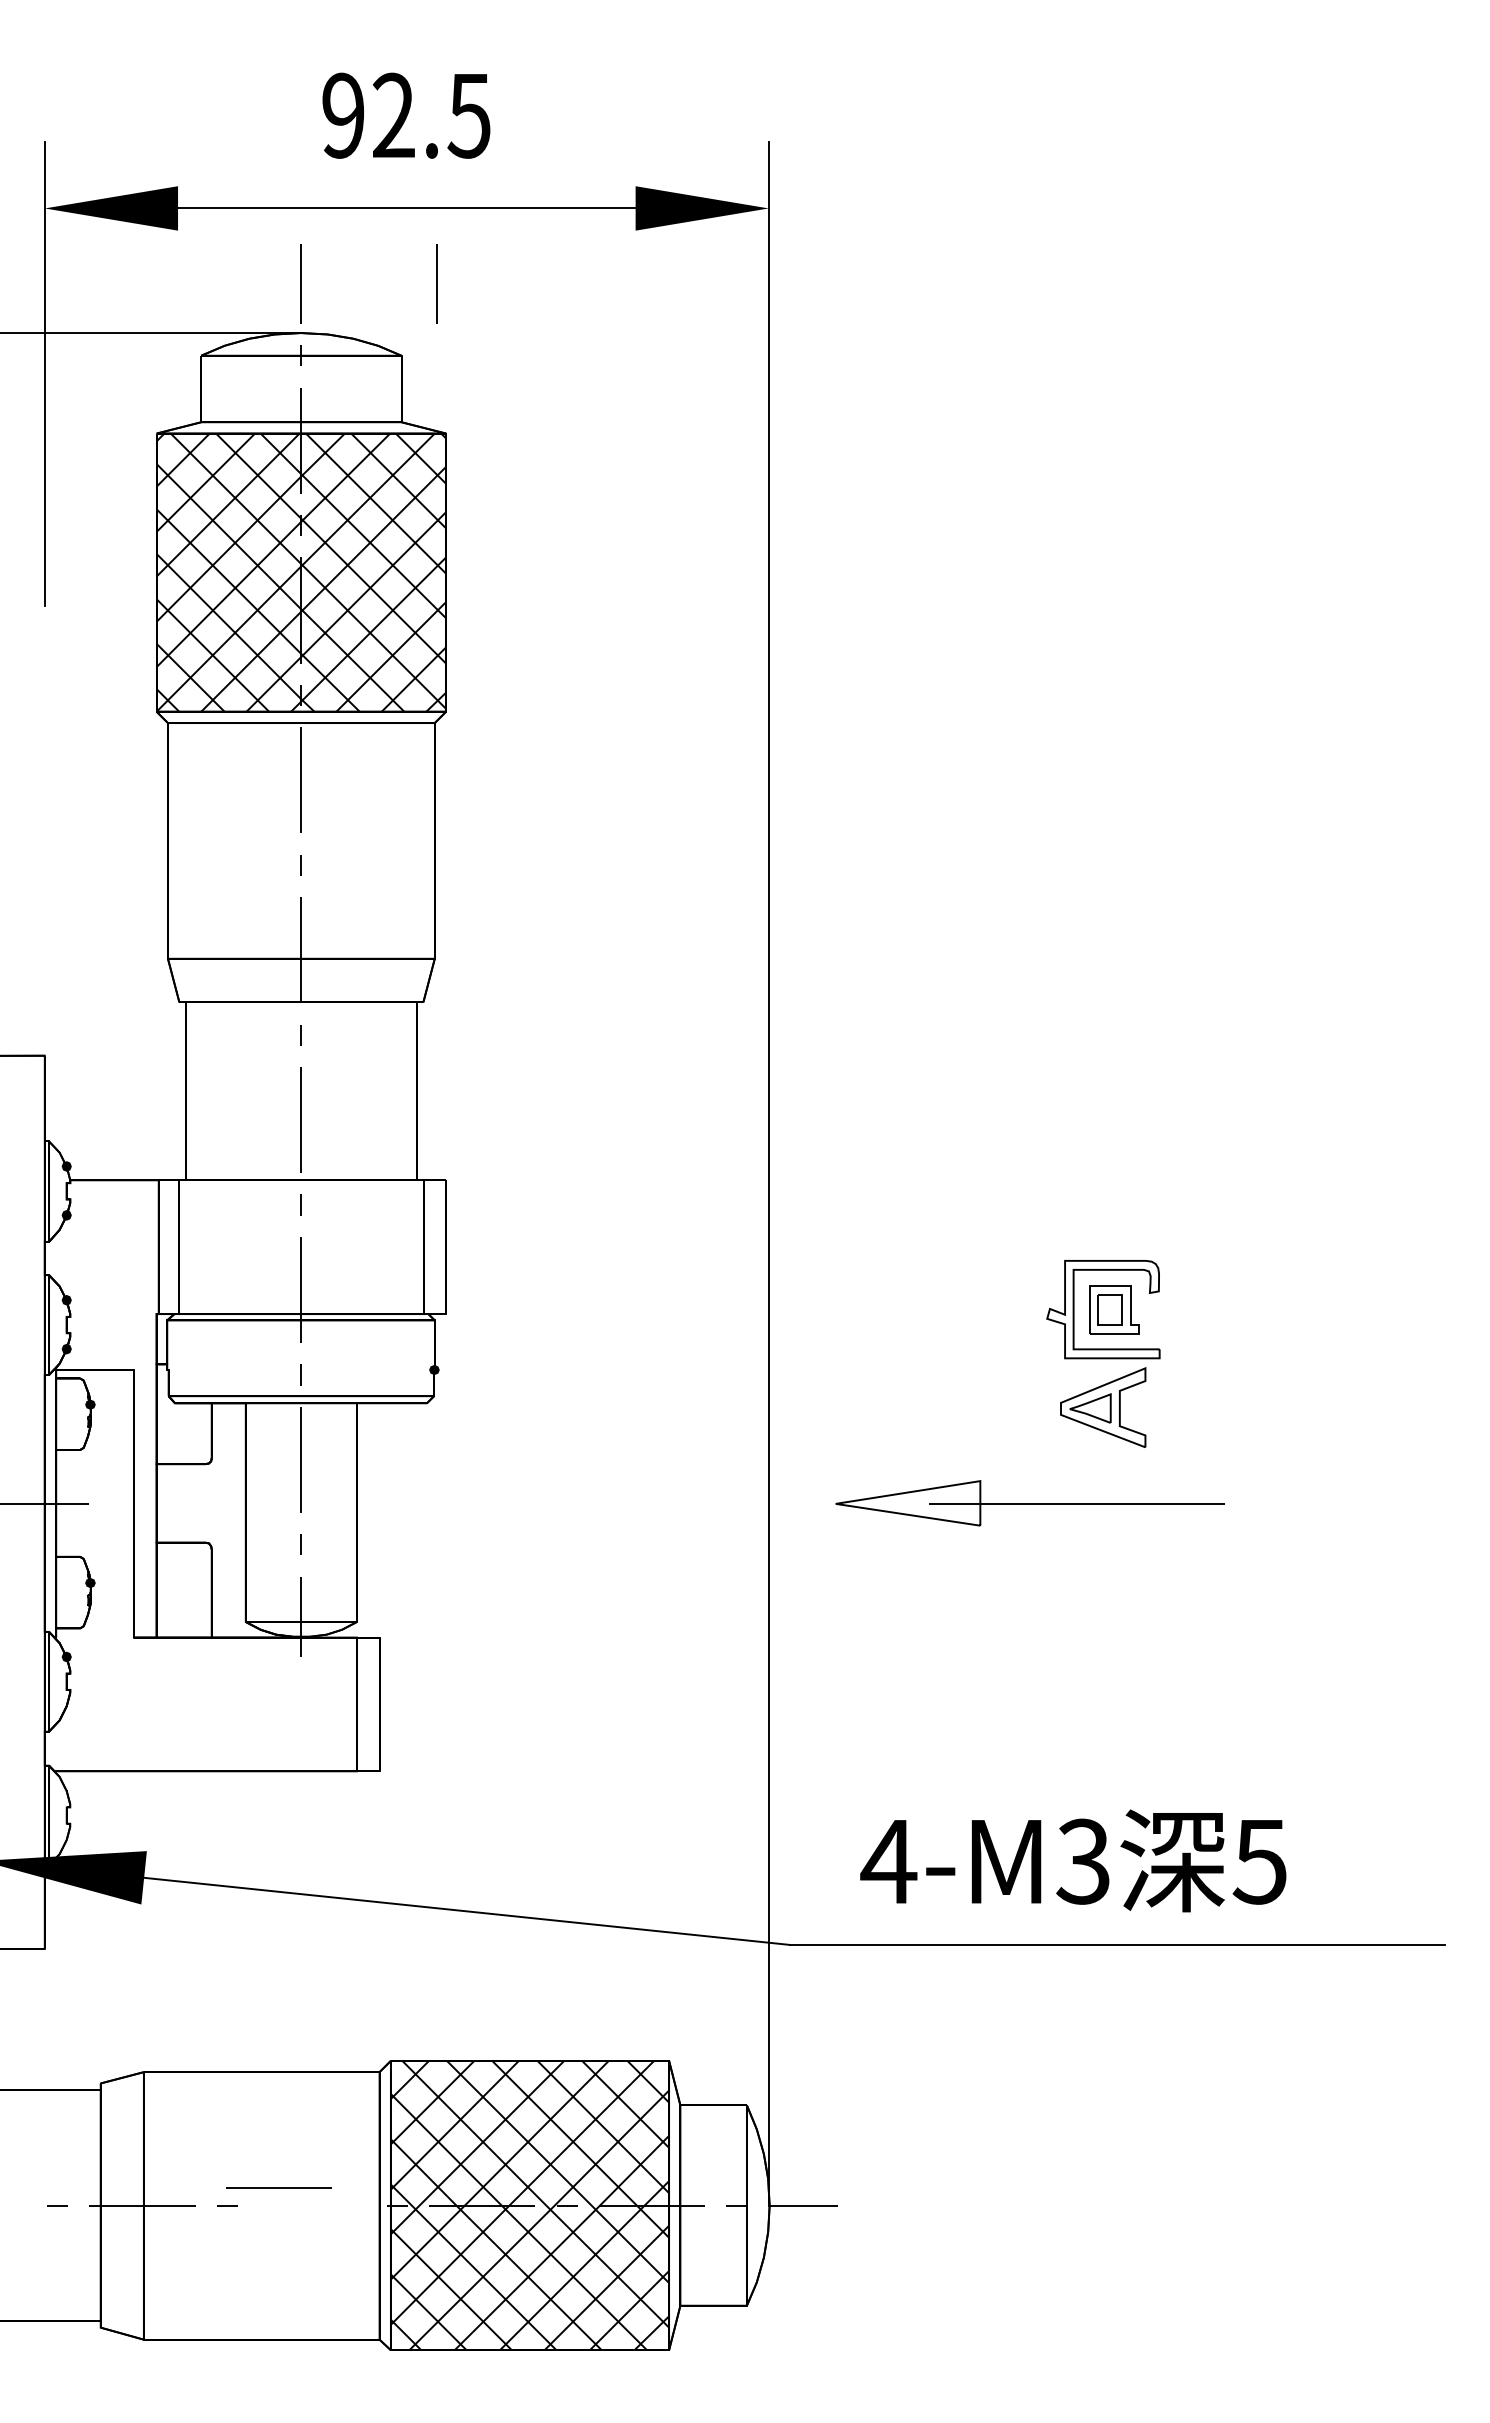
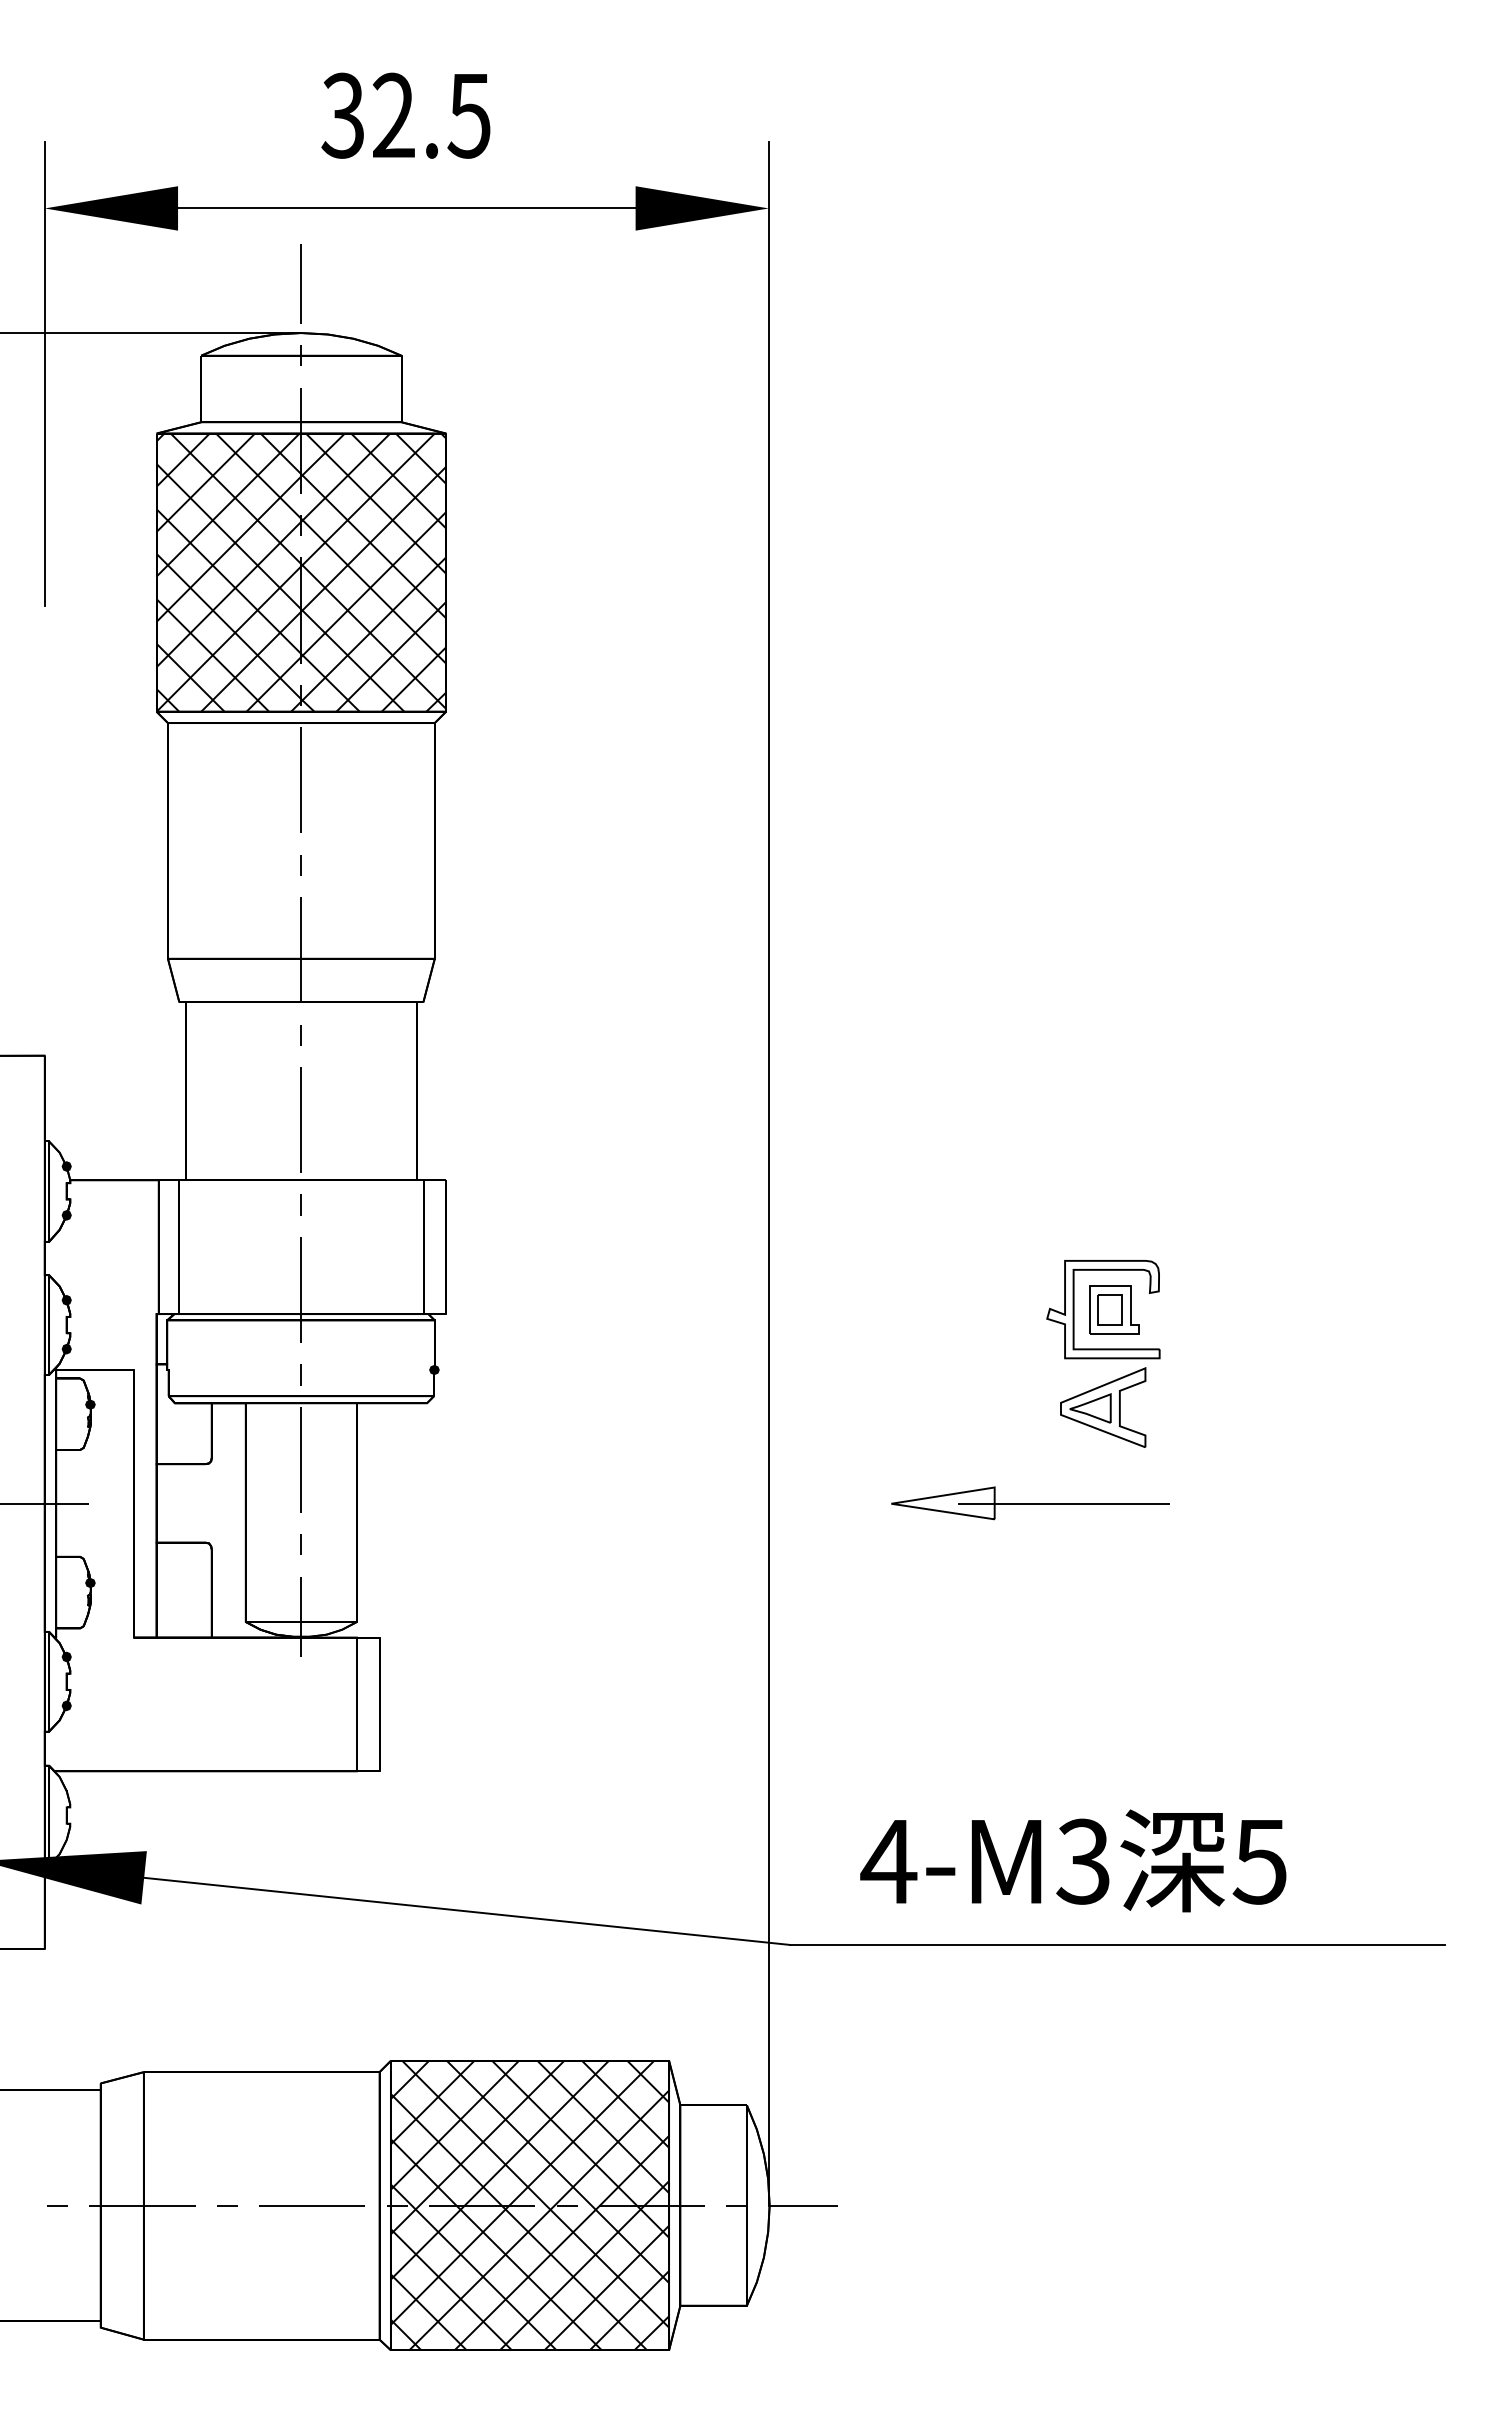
text at (342, 115): 92.5 -> 32.5
line at (436, 283): present -> none
part at (1029, 1503) size: 390x47 px -> 279x35 px
fill at (66, 1705): none -> present
line at (278, 2187) position: (278, 2187) -> (311, 2205)
